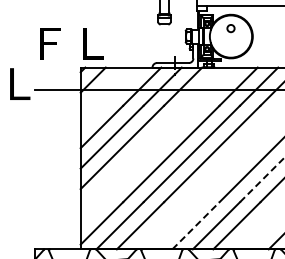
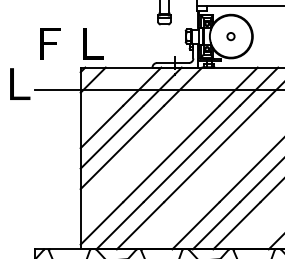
circle at (230, 28) position: (230, 28) -> (230, 36)
line at (262, 179): dashed -> solid
line at (196, 225): dashed -> solid
